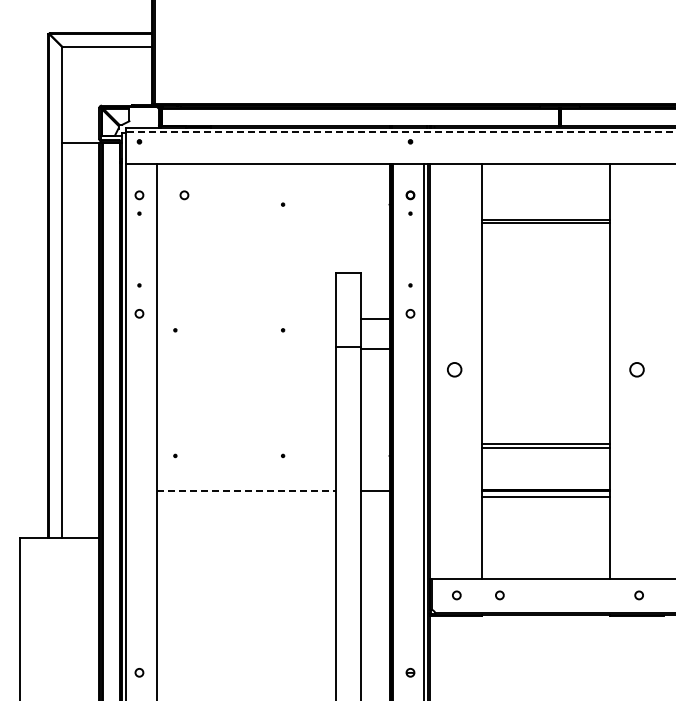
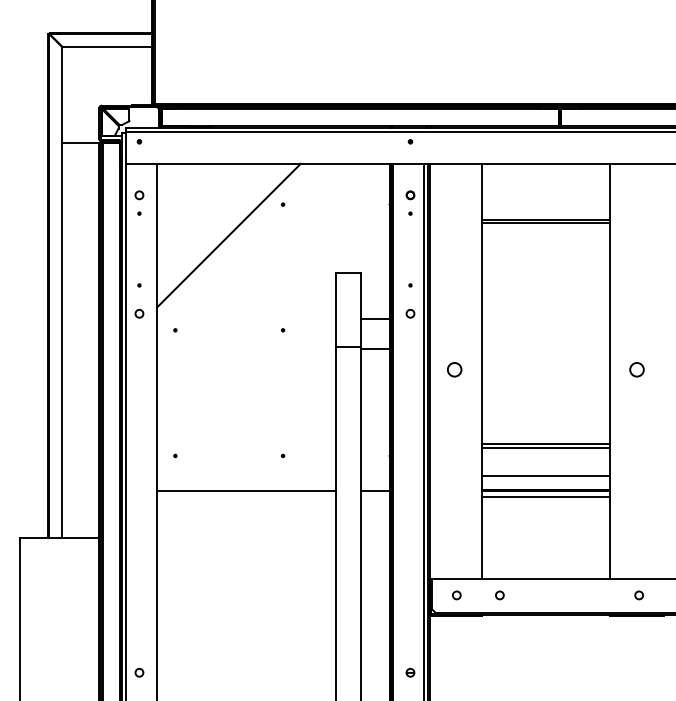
line at (400, 132): dashed -> solid
circle at (184, 195): present -> none
line at (228, 235): none -> present
line at (545, 476): none -> present
line at (247, 491): dashed -> solid
